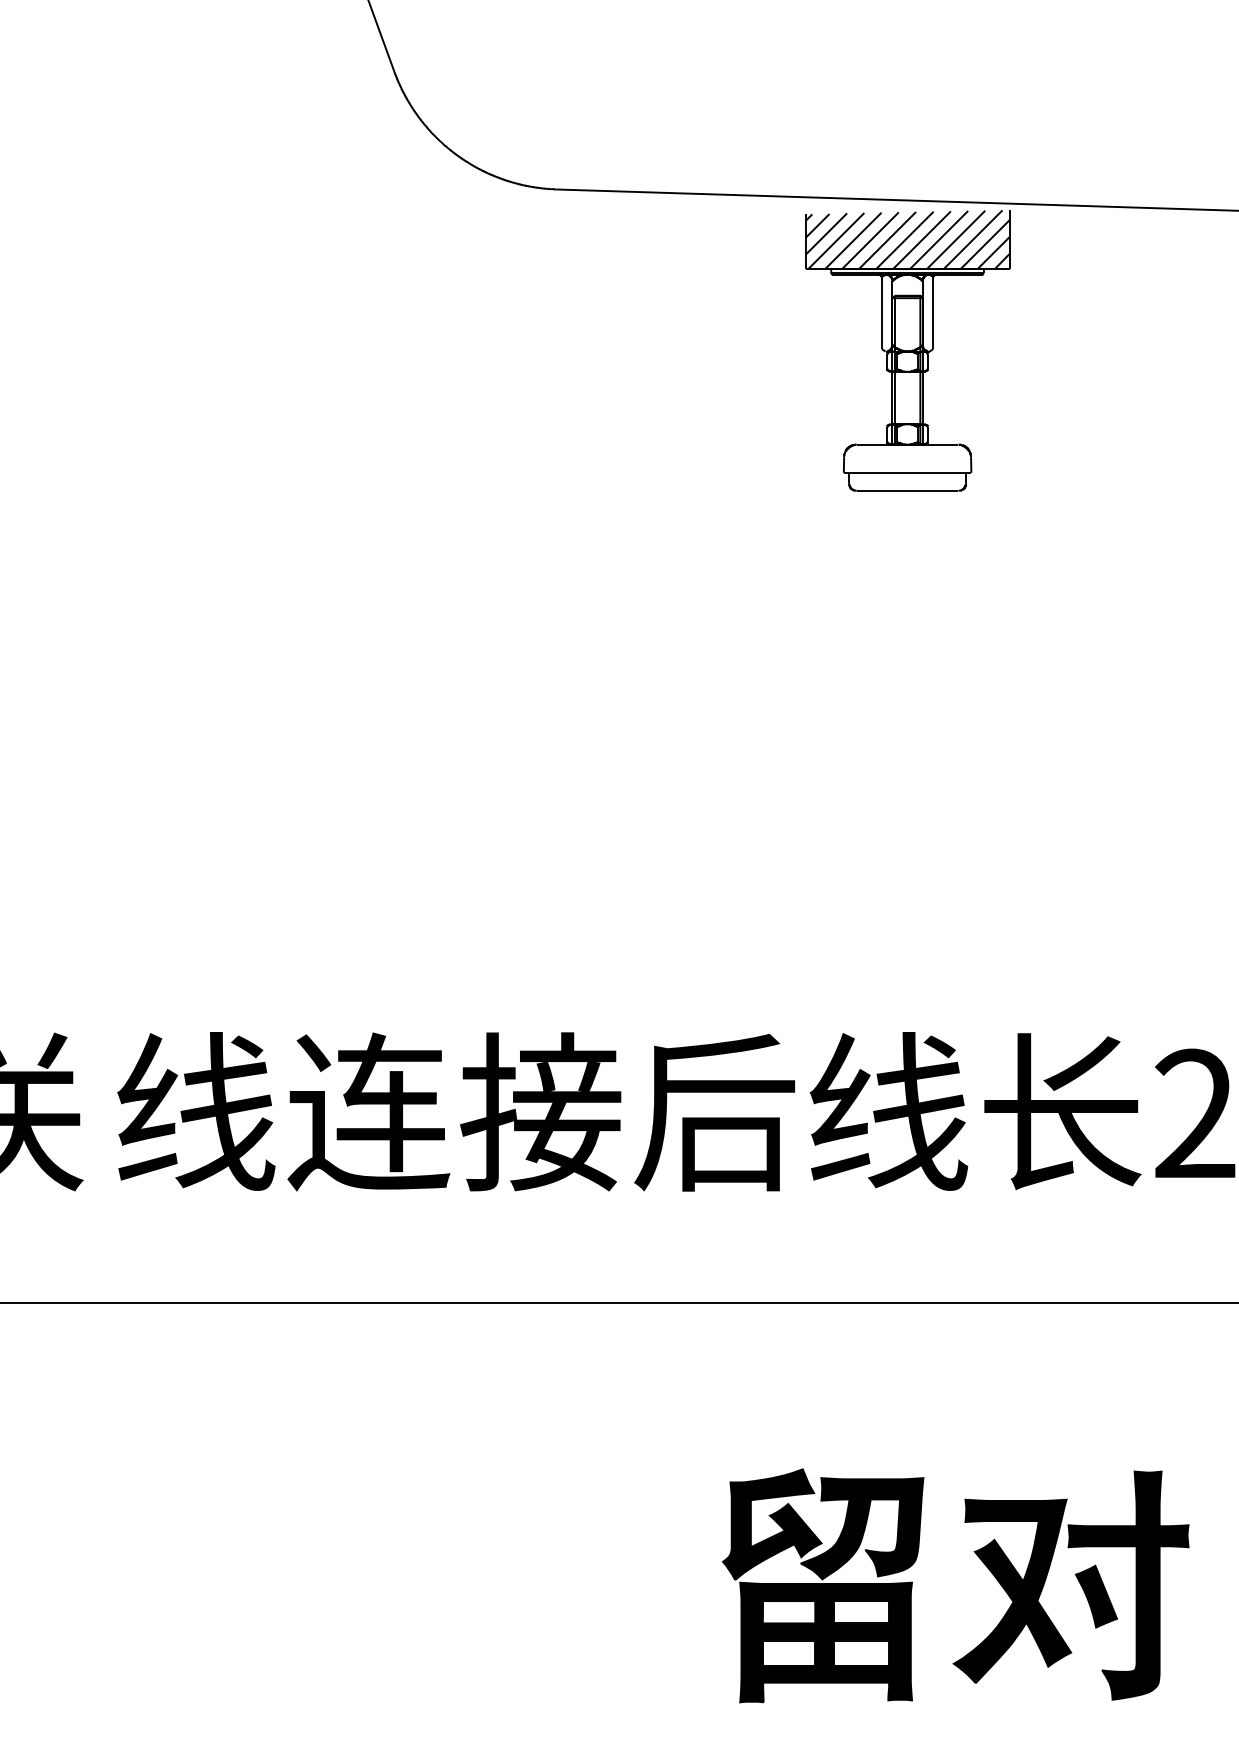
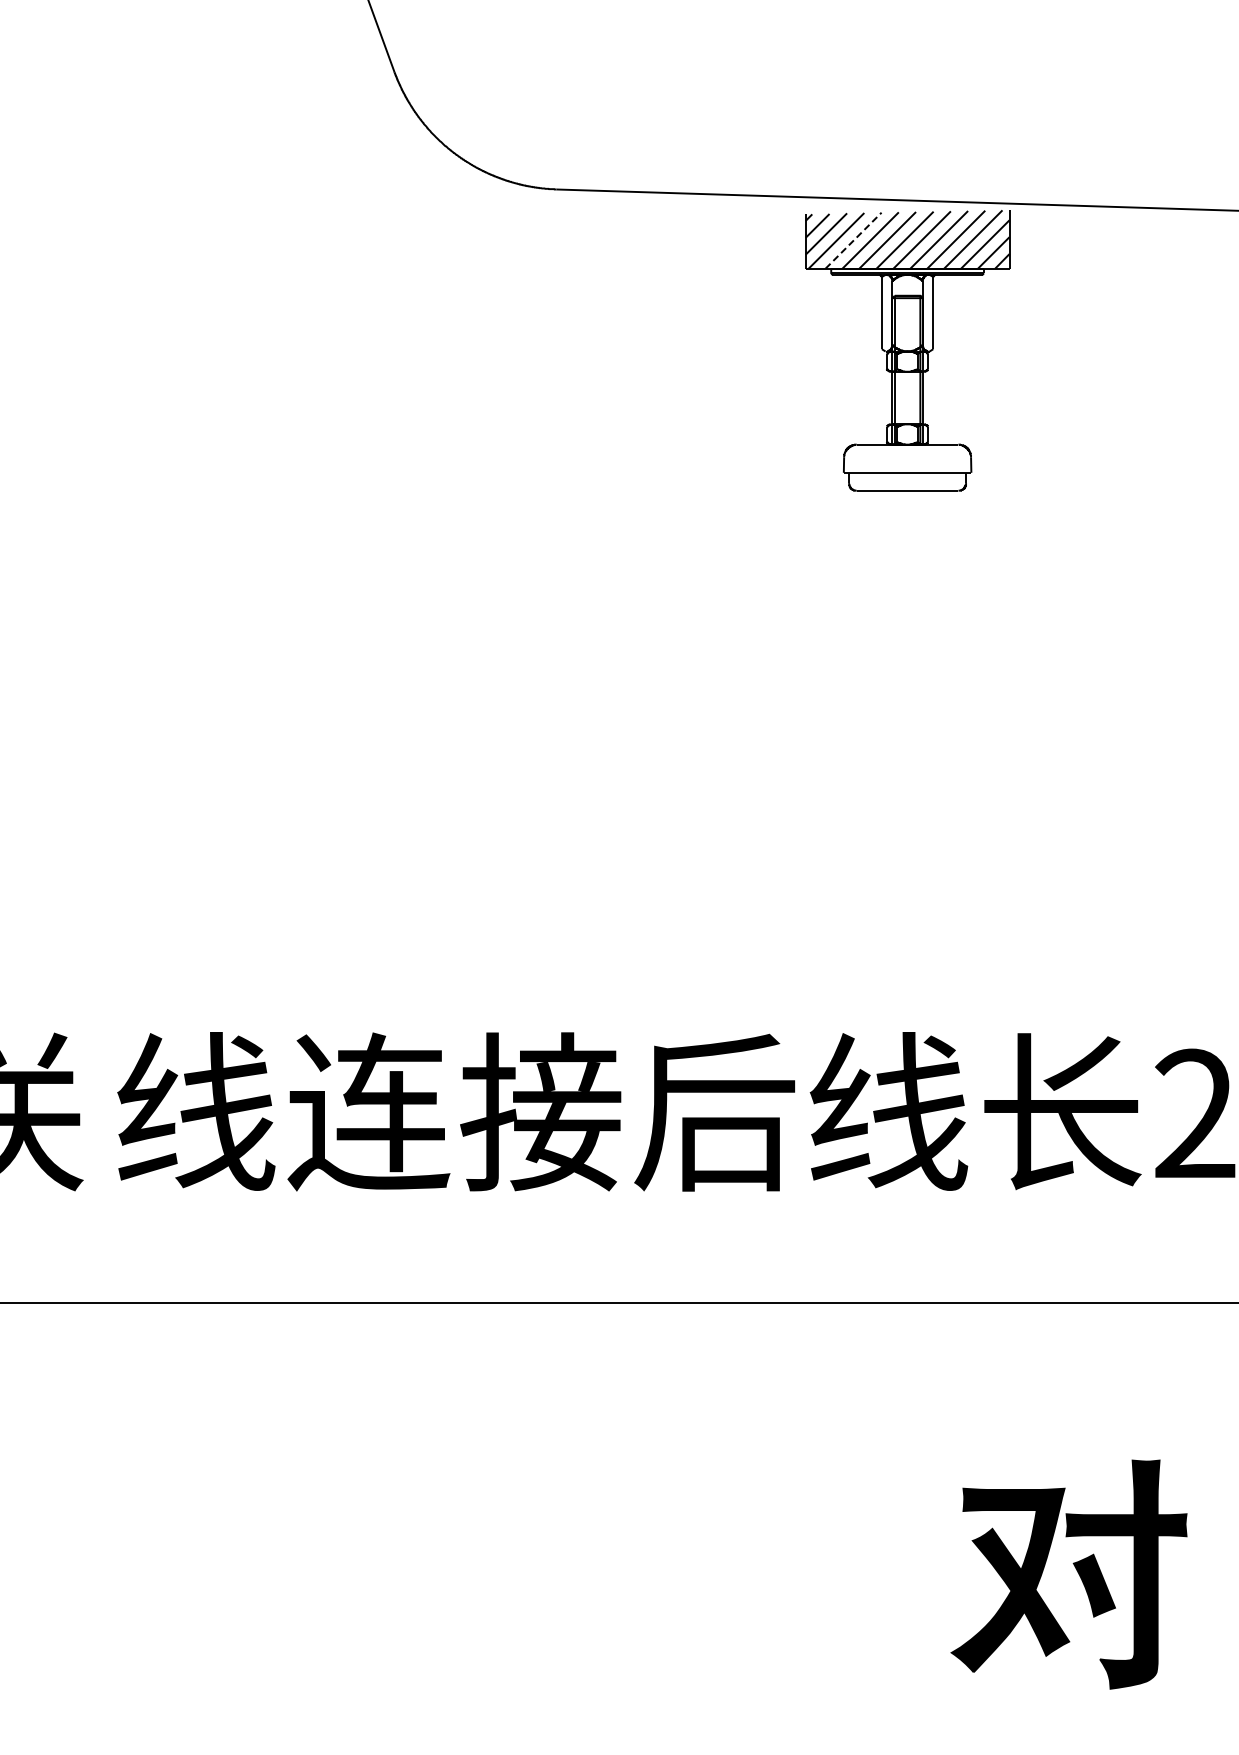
line at (853, 240): solid -> dashed
part at (1078, 1581) position: (1078, 1581) -> (1076, 1570)
part at (822, 1585): present -> none
